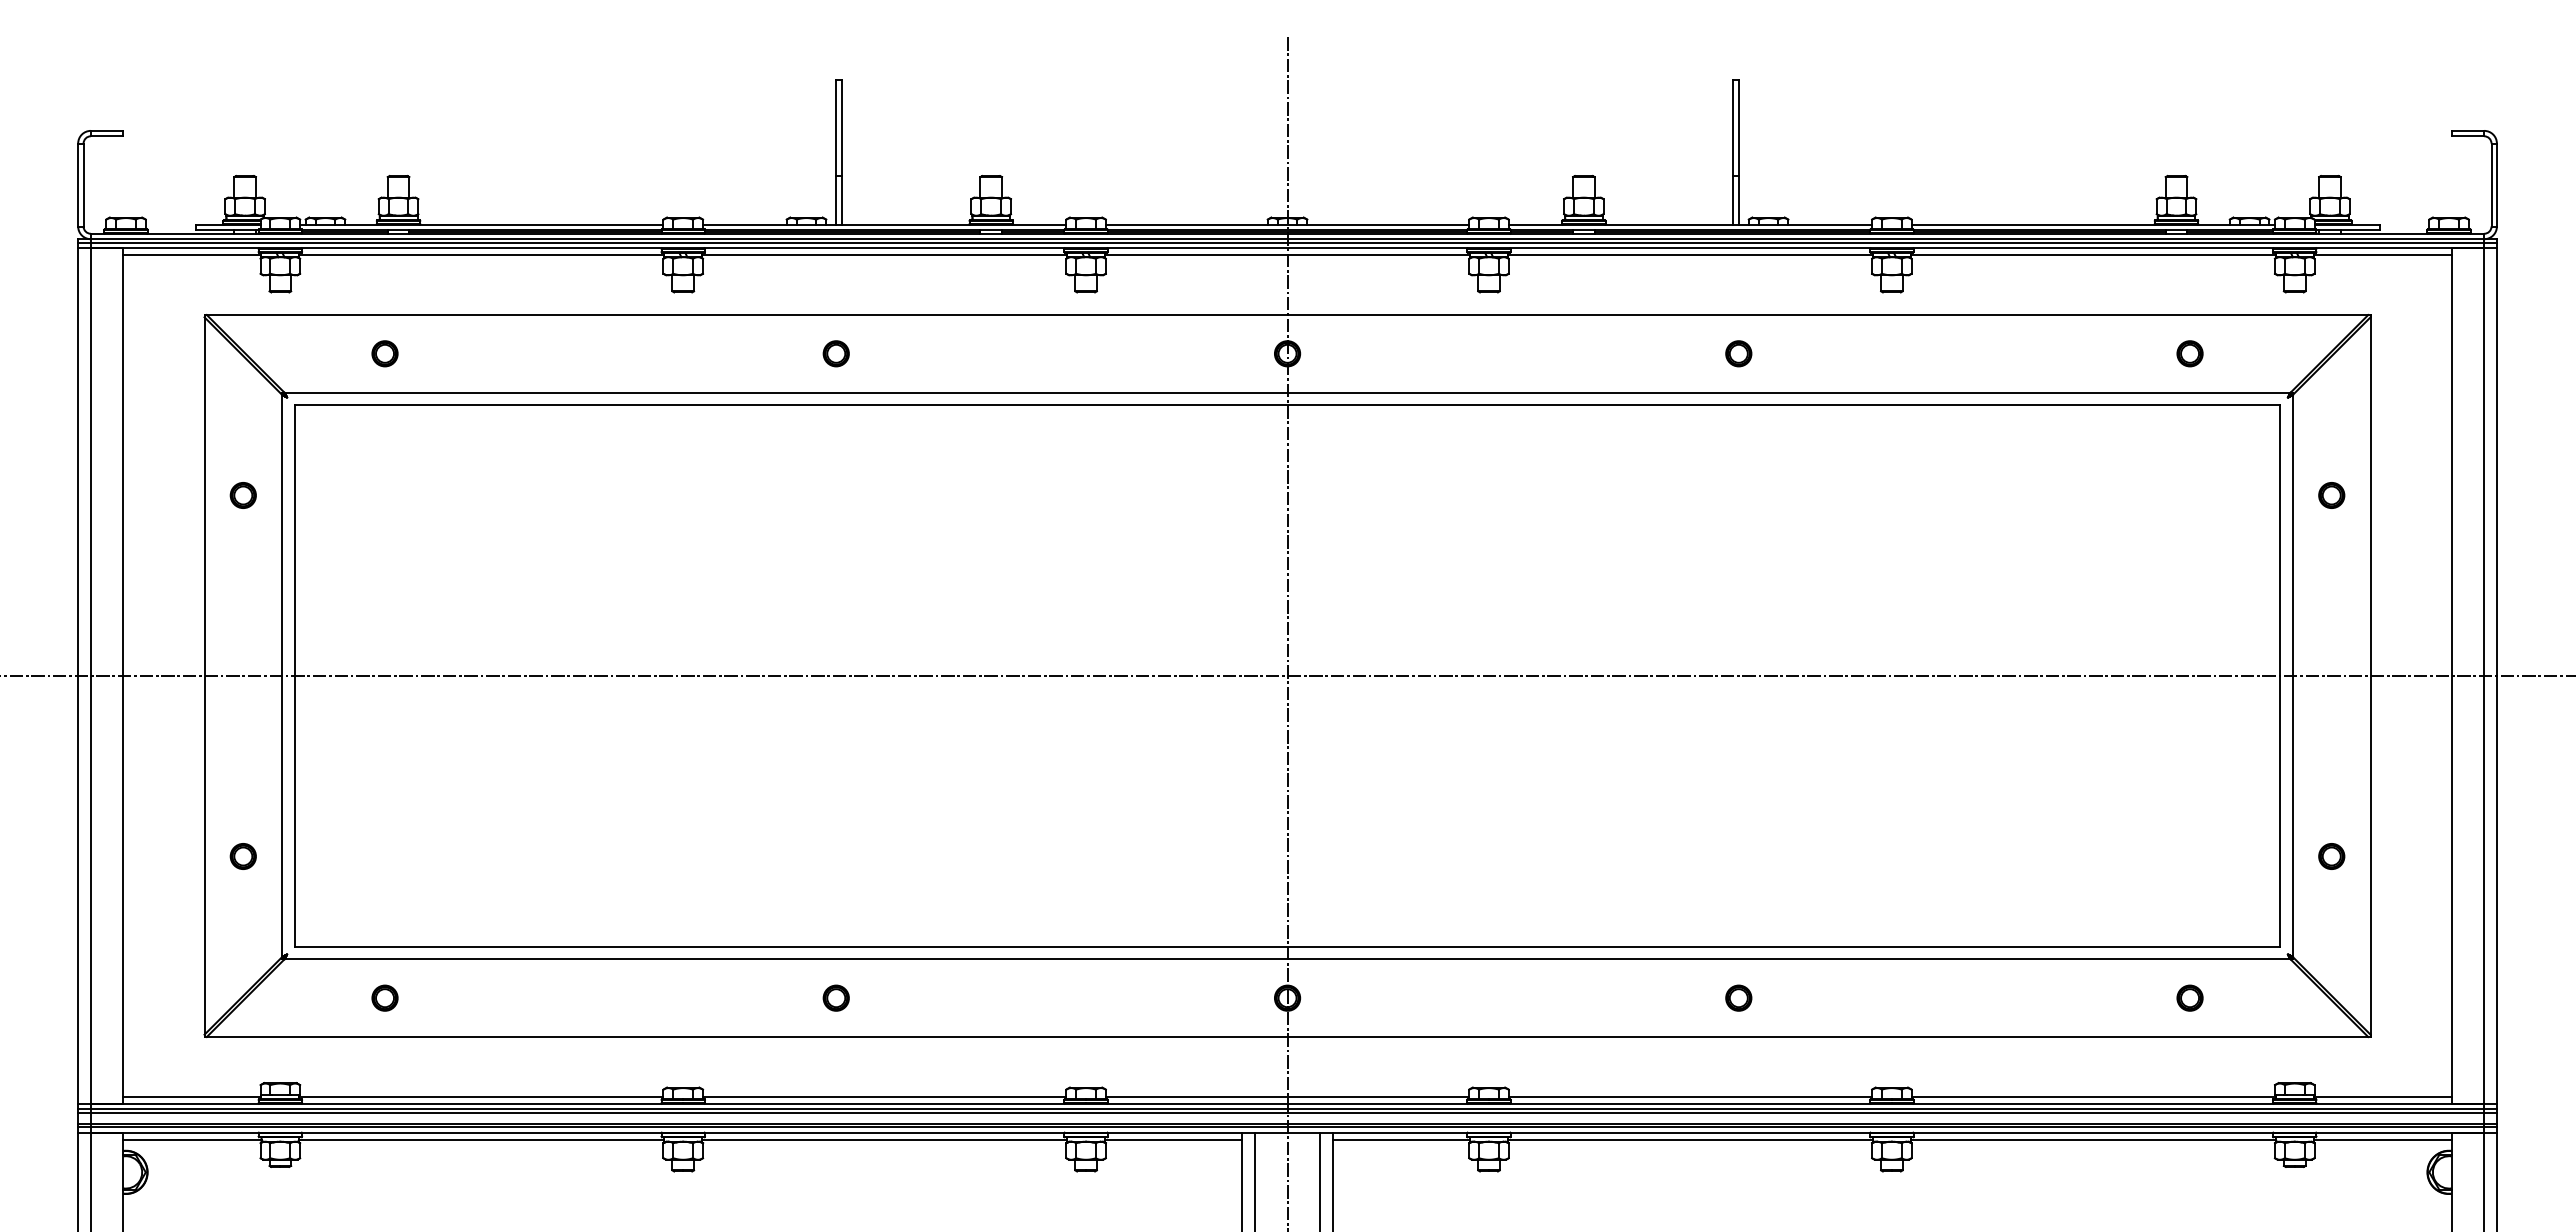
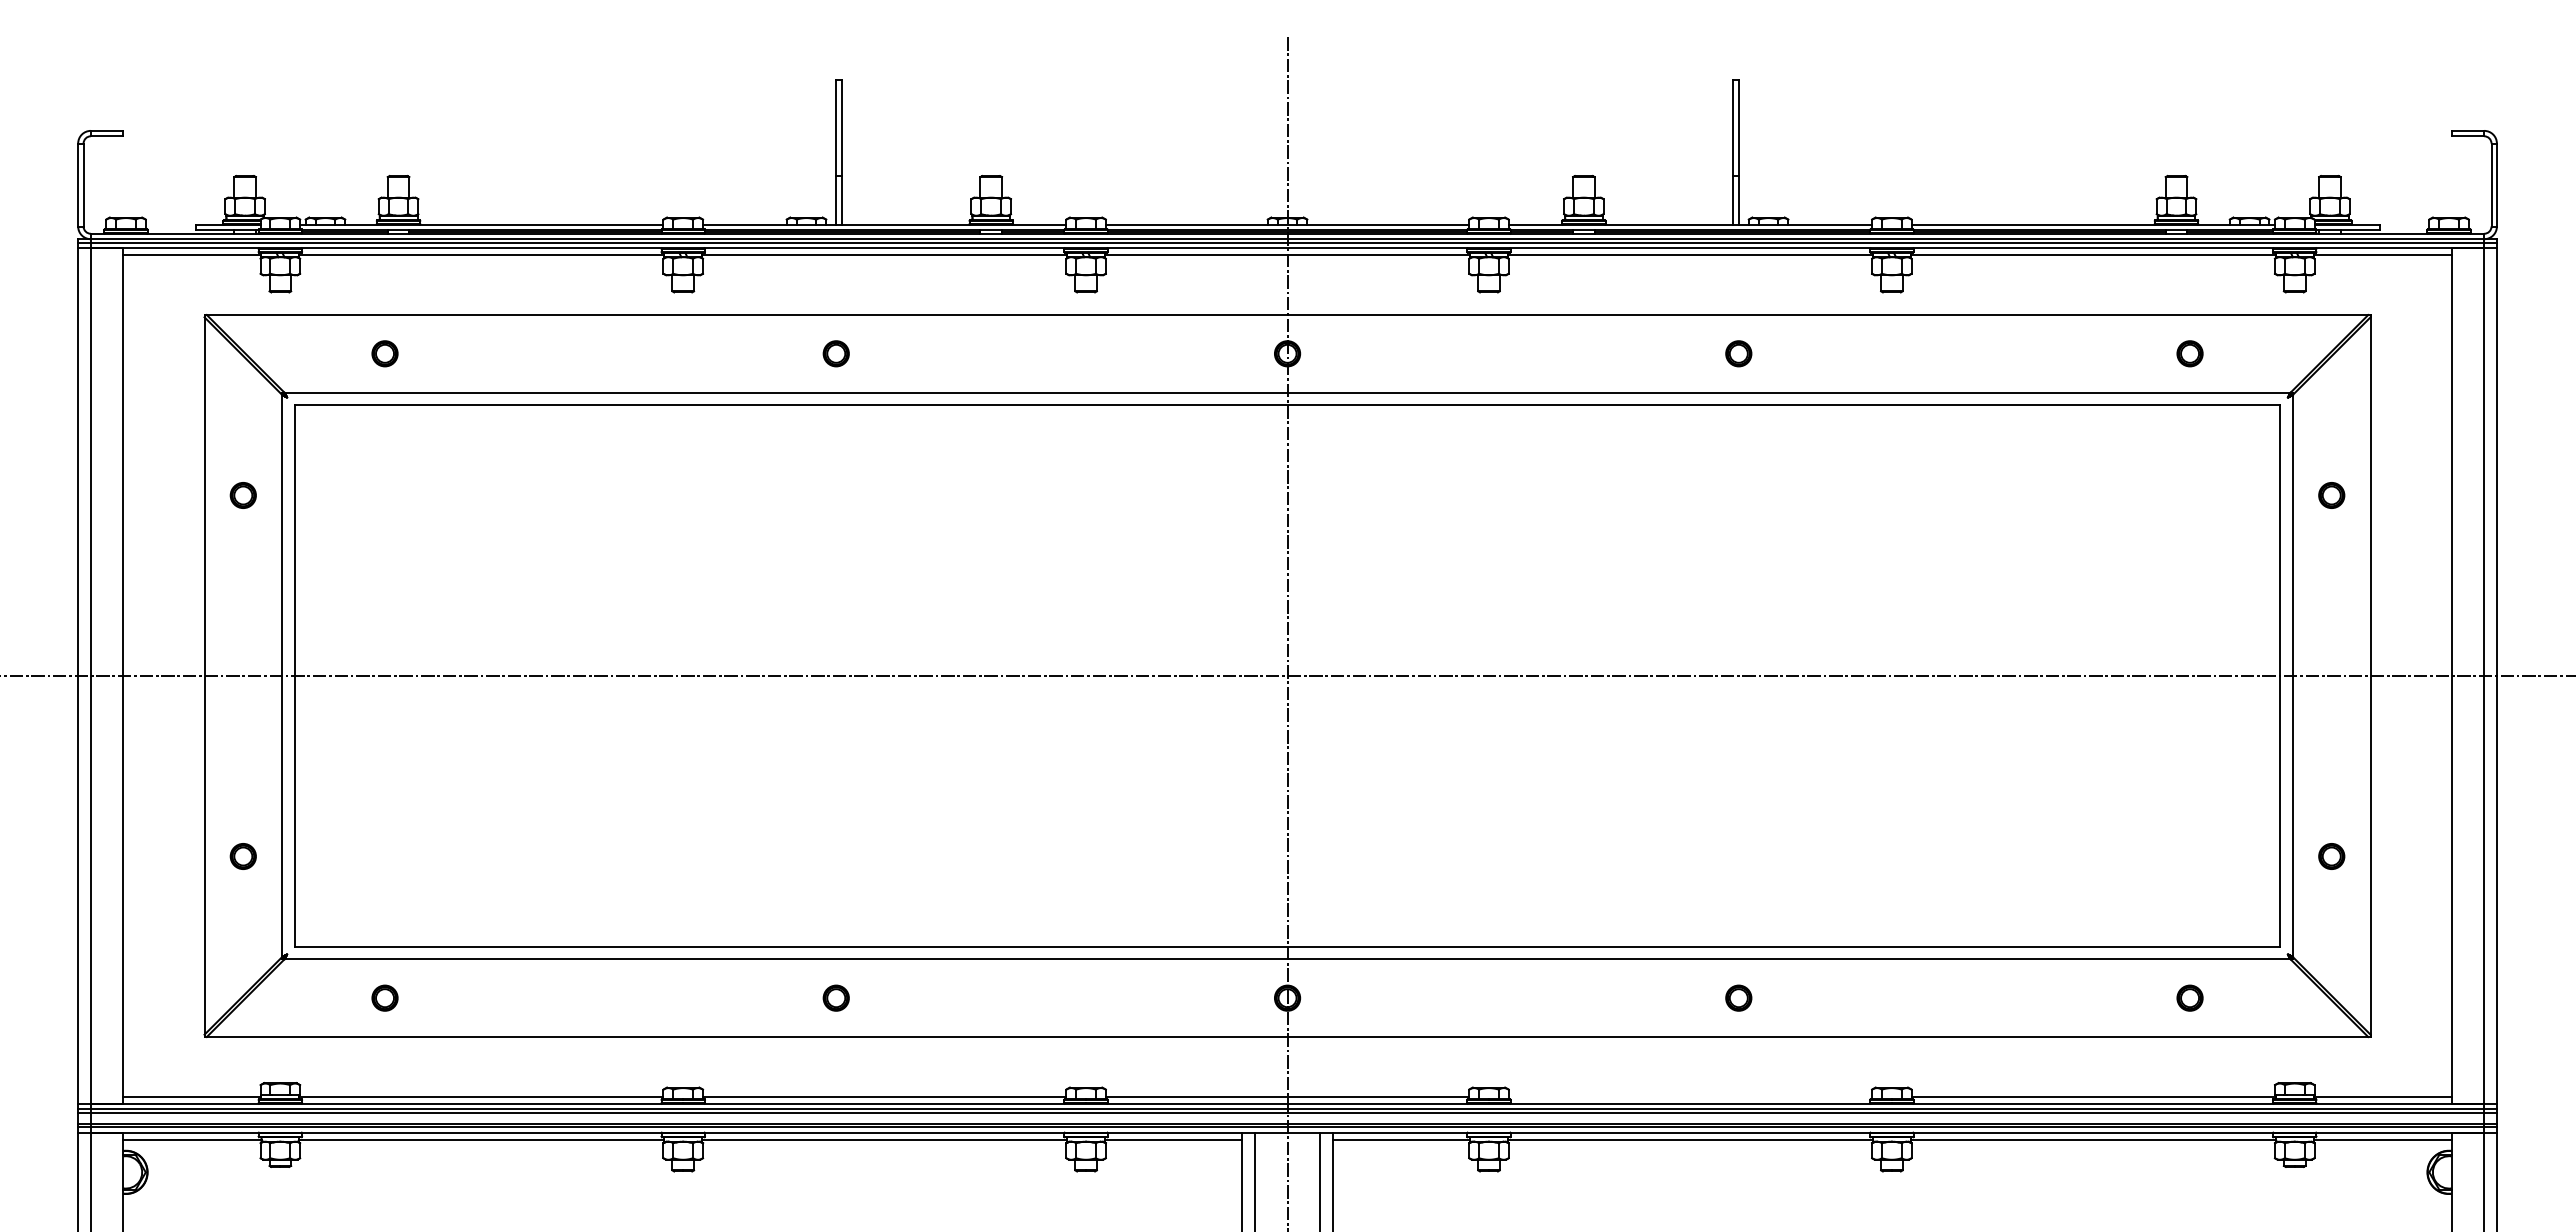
line at (1690, 1096): present -> none
